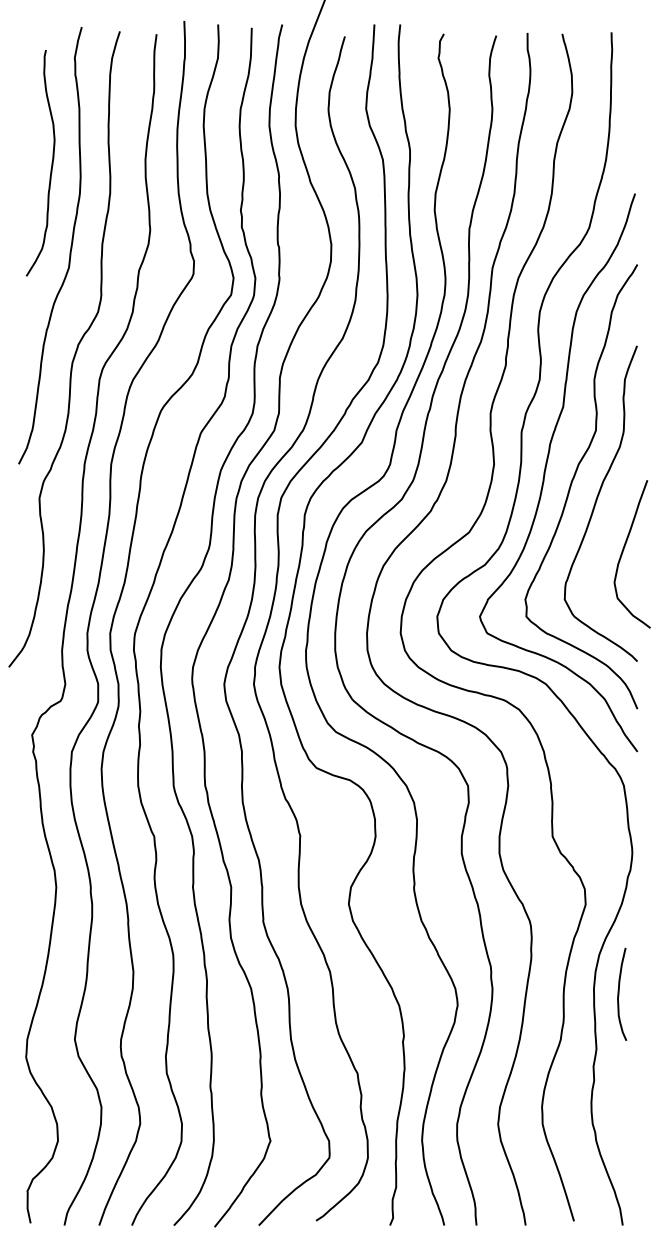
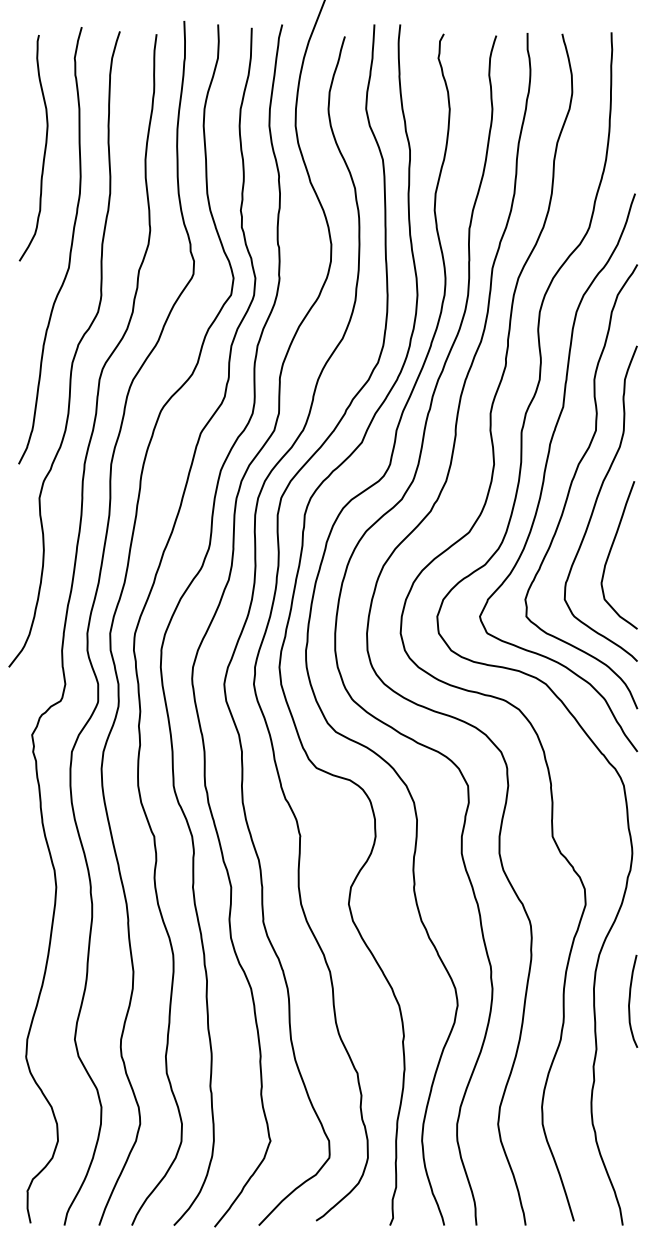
curve at (51, 163) position: (51, 163) -> (44, 148)
curve at (623, 552) position: (623, 552) -> (610, 553)
curve at (619, 993) position: (619, 993) -> (630, 1000)
